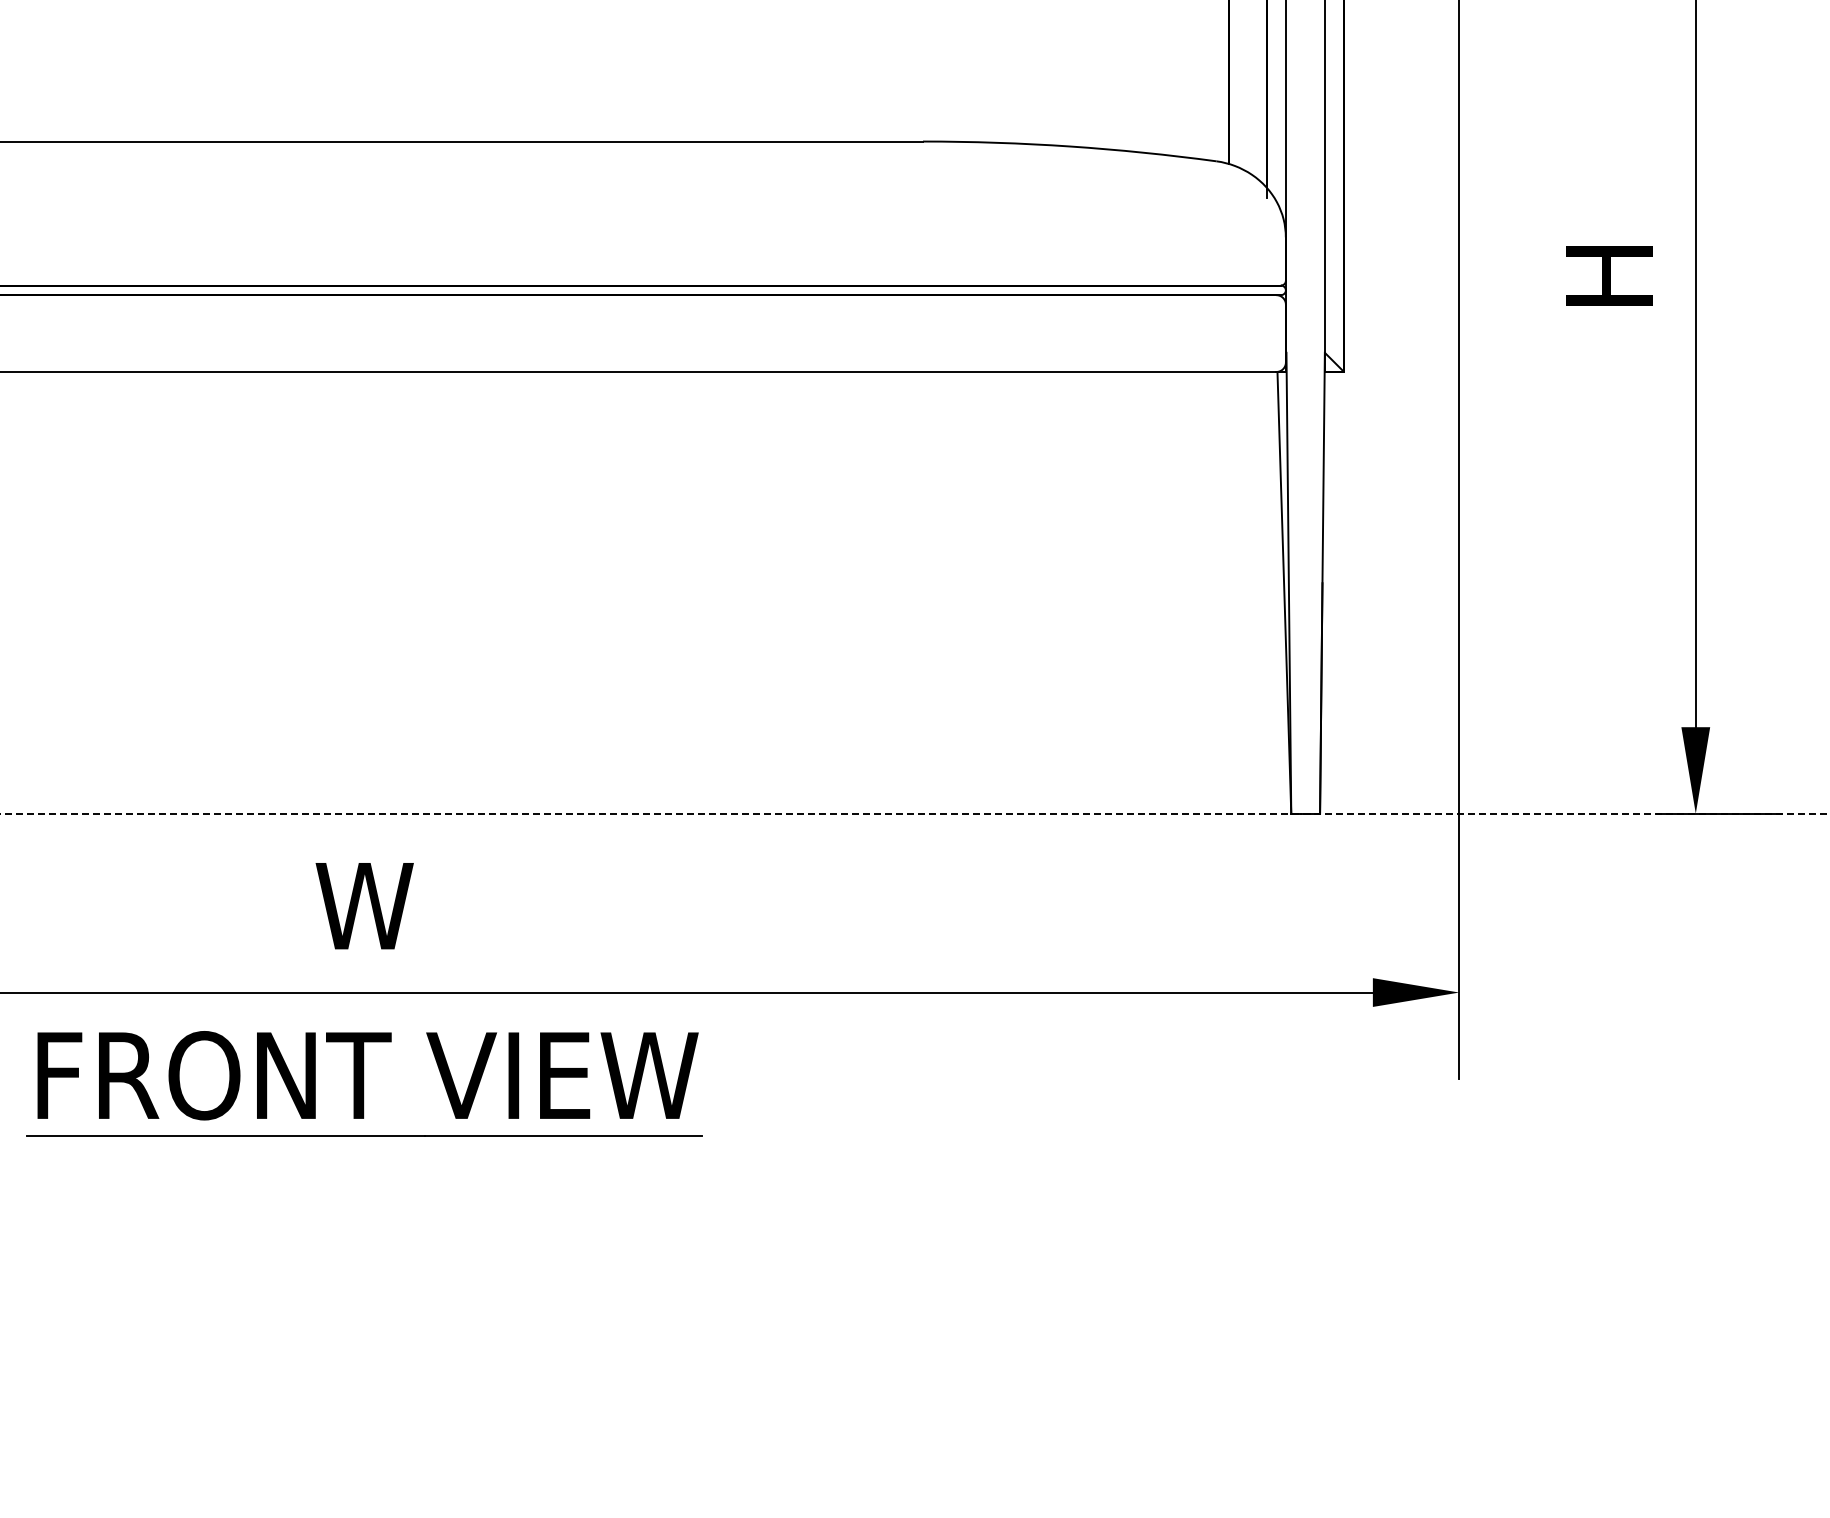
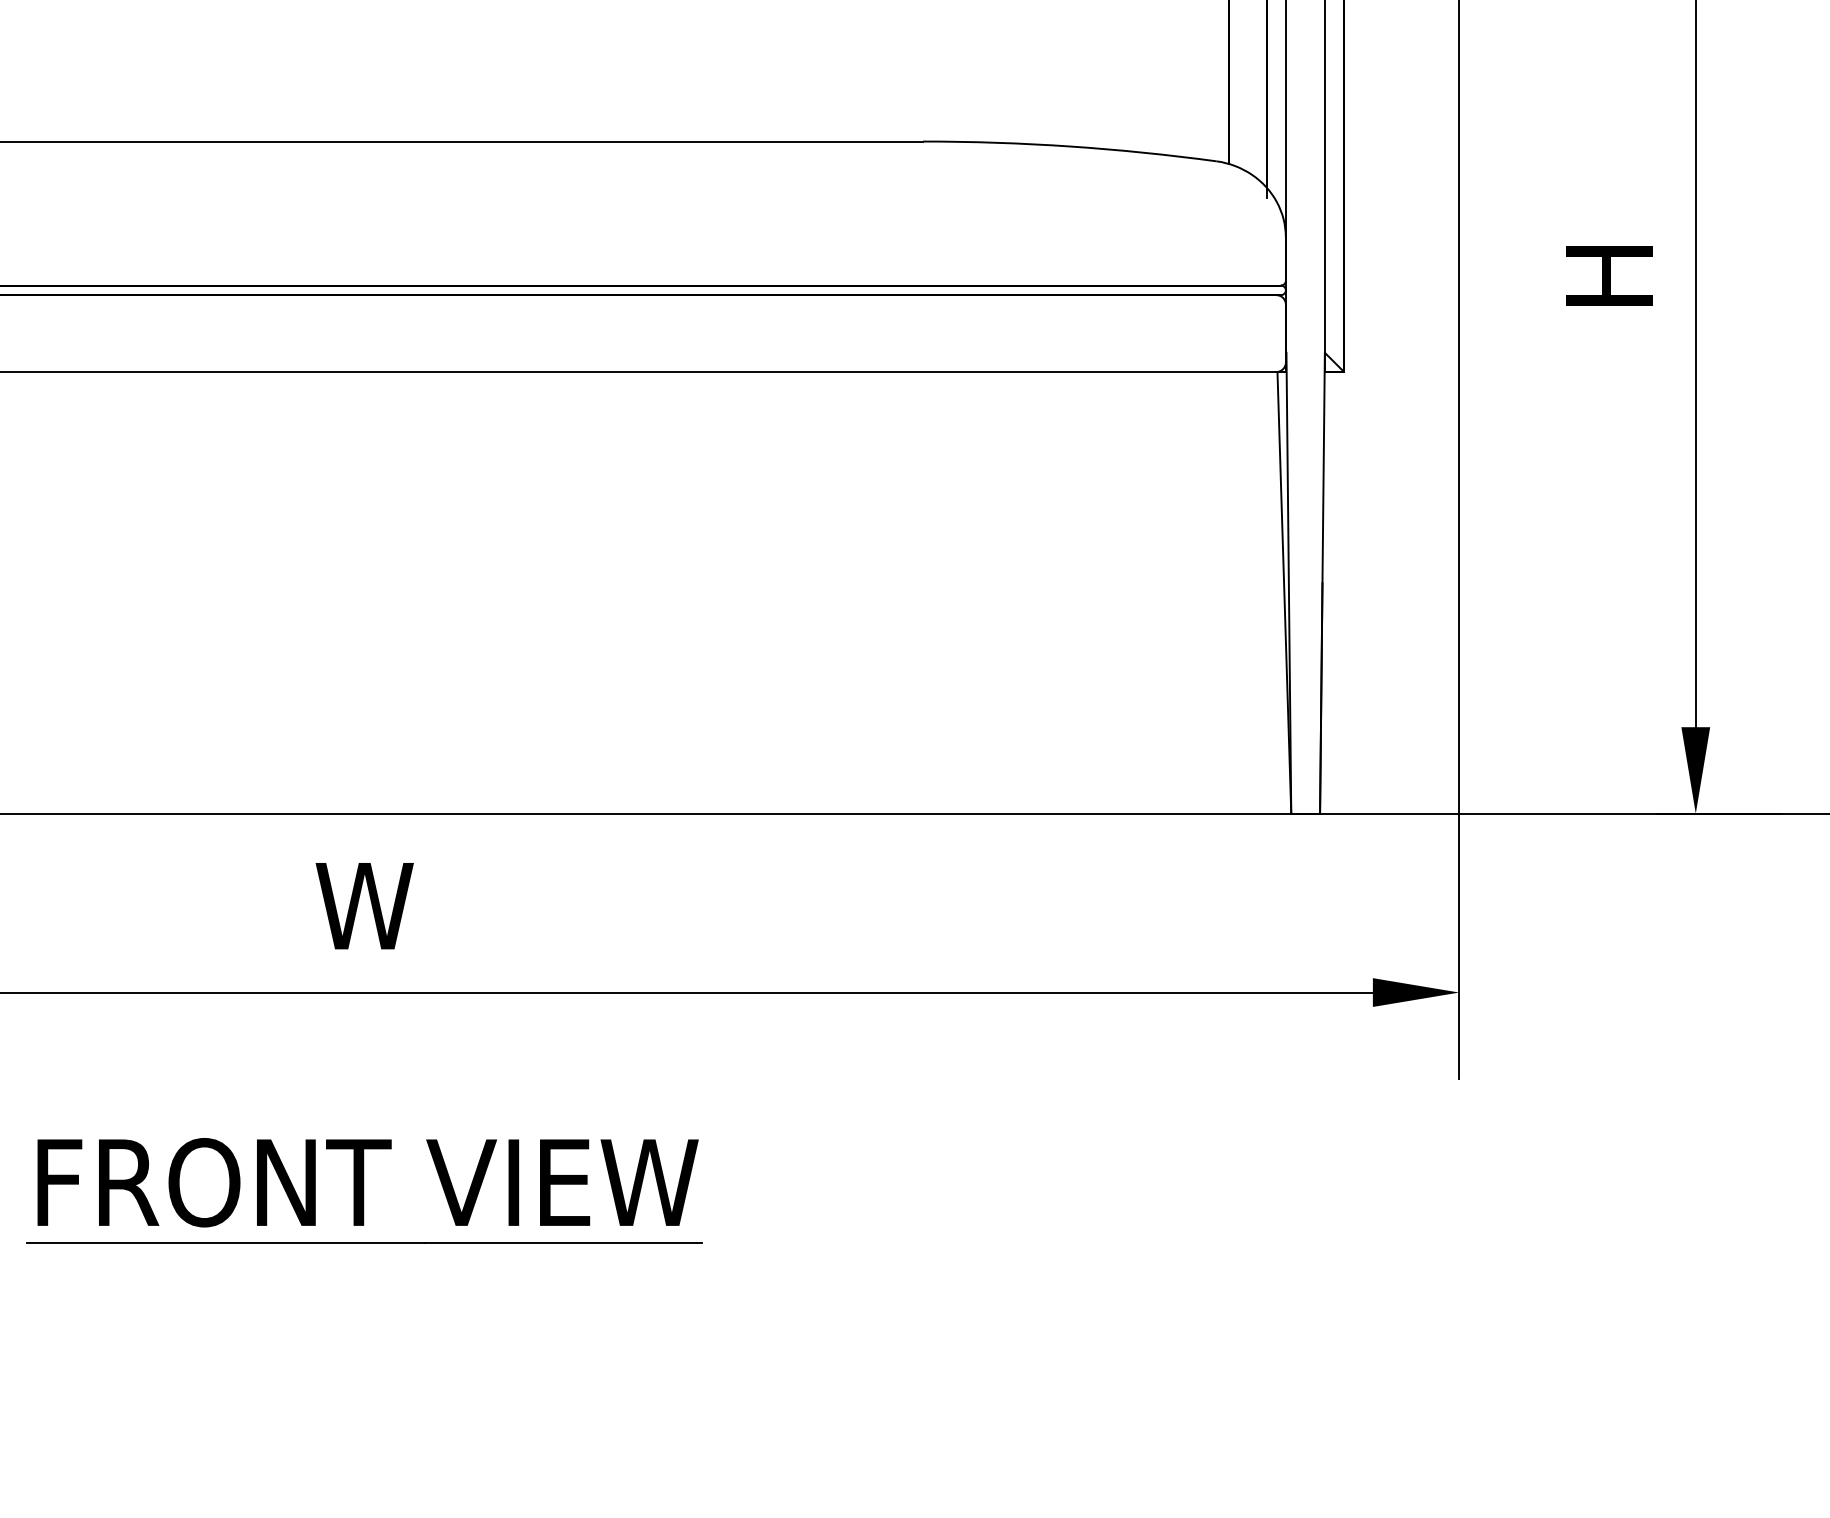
line at (915, 813): dashed -> solid
part at (364, 1083) position: (364, 1083) -> (364, 1190)
